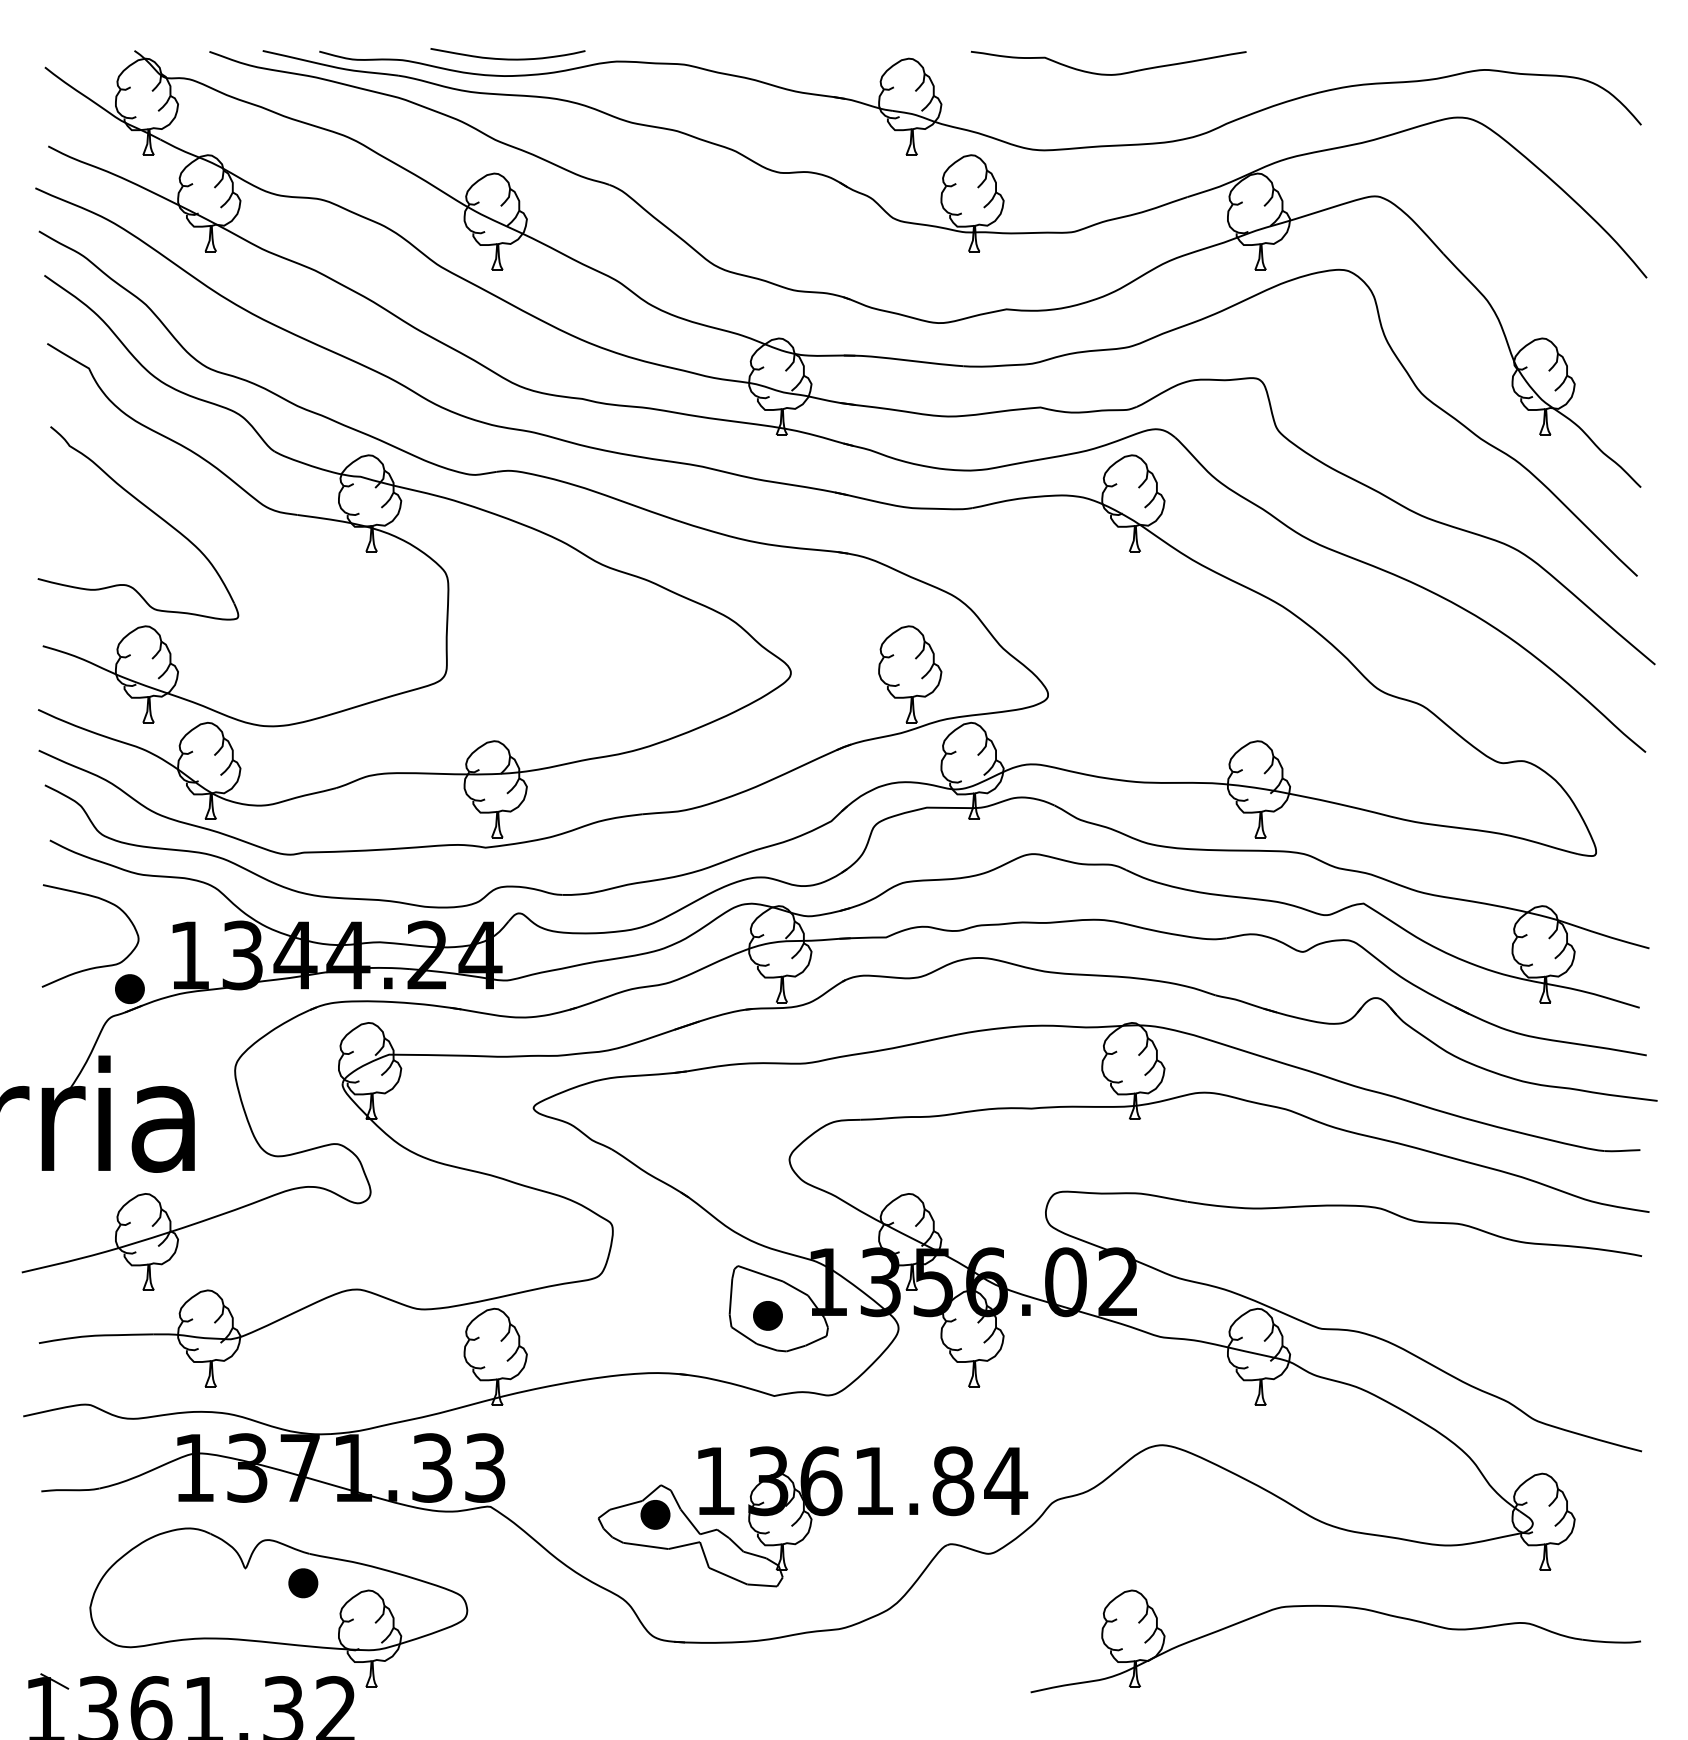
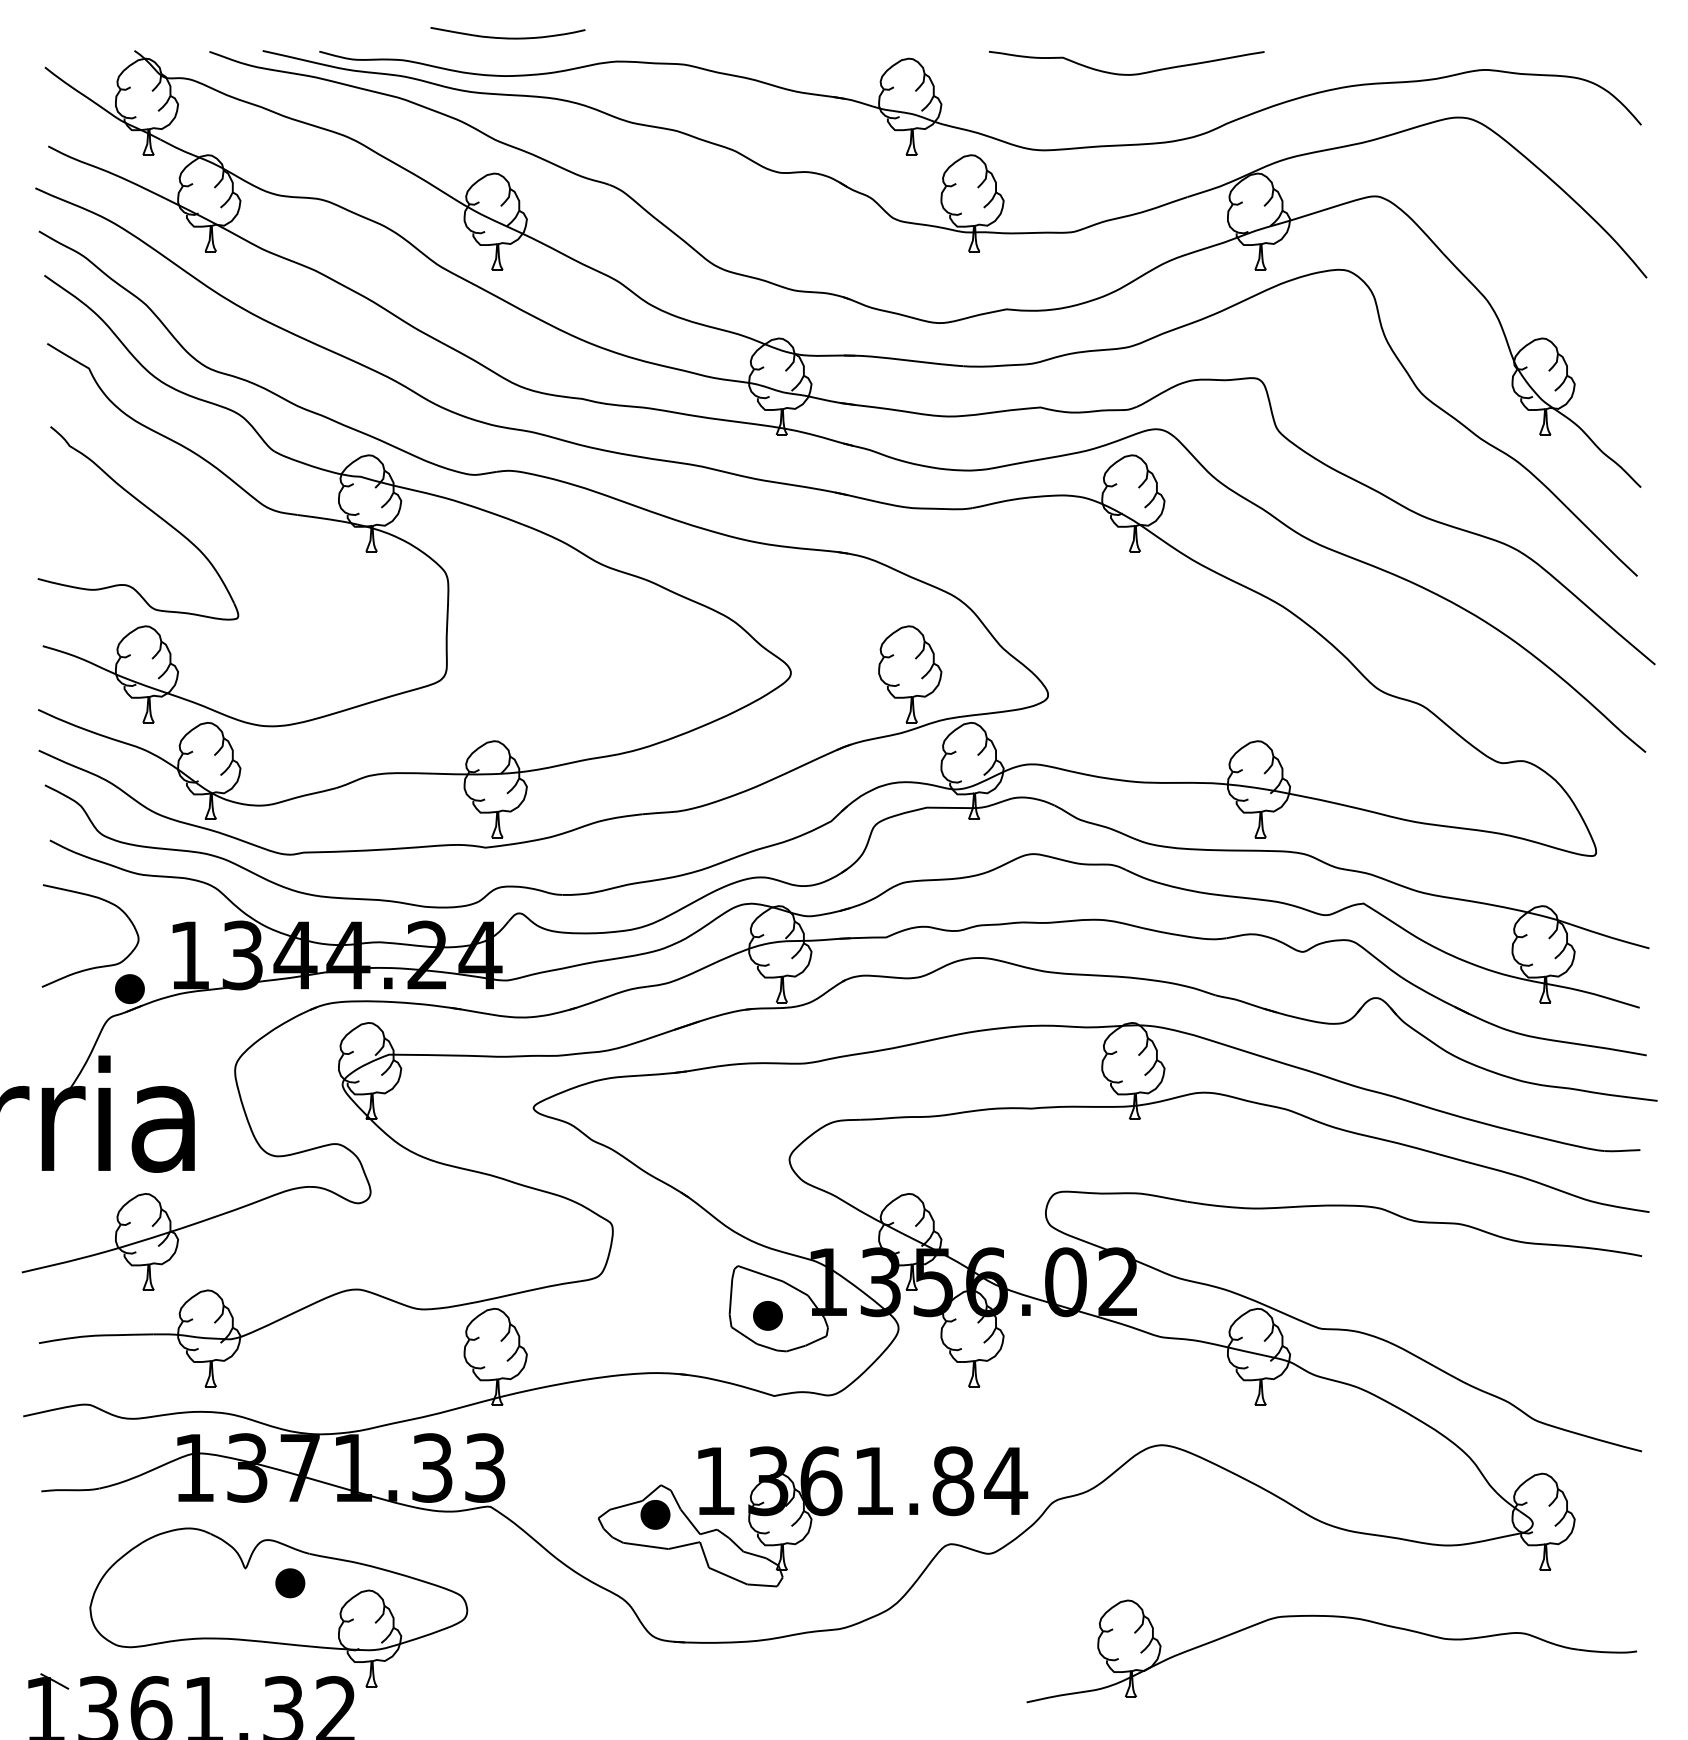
curve at (507, 58) position: (507, 58) -> (507, 37)
curve at (1106, 73) position: (1106, 73) -> (1124, 73)
part at (303, 1583) position: (303, 1583) -> (290, 1583)
part at (1335, 1607) position: (1335, 1607) -> (1331, 1617)
